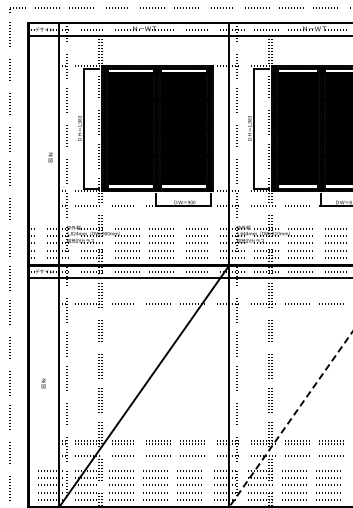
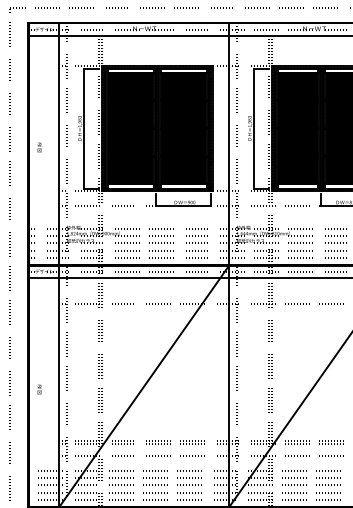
text at (50, 157) position: (50, 157) -> (39, 147)
text at (43, 383) position: (43, 383) -> (39, 389)
line at (290, 419): dashed -> solid
